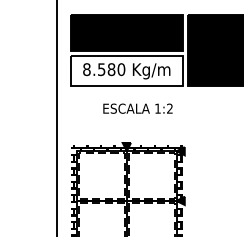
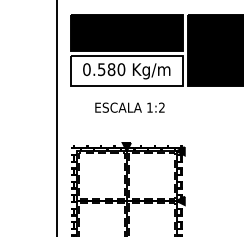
text at (86, 69): 8.580 -> 0.580
text at (137, 108) position: (137, 108) -> (129, 107)
